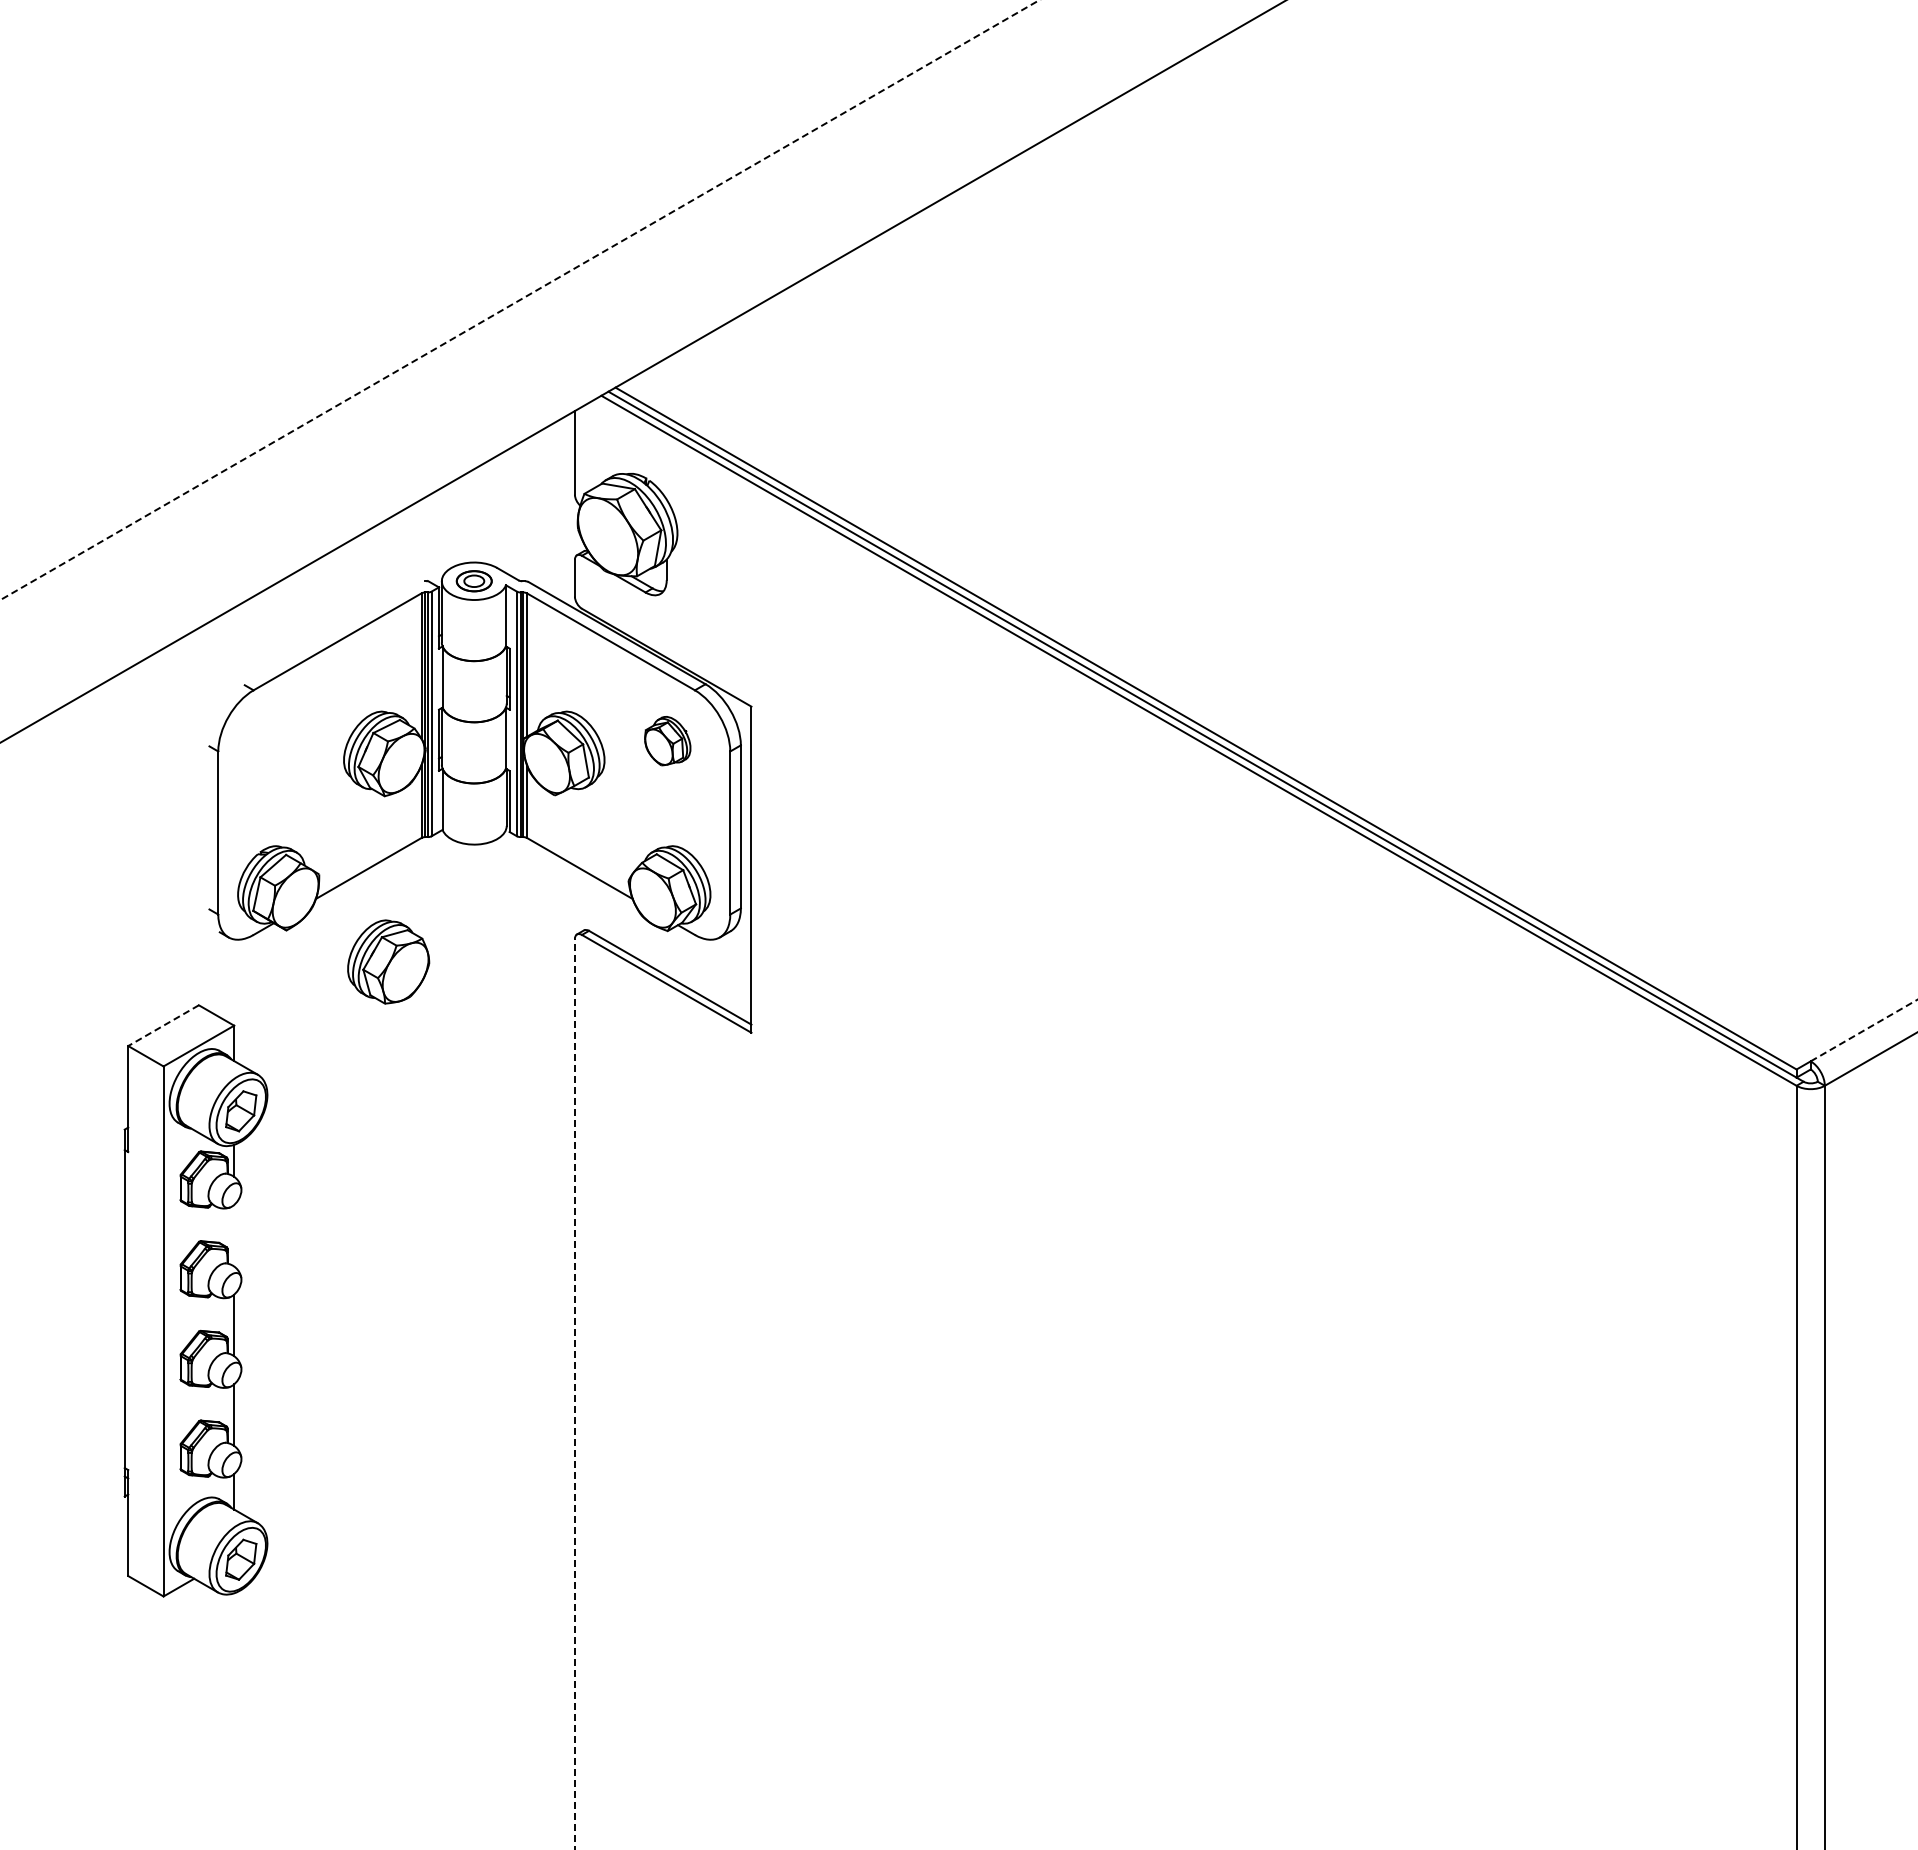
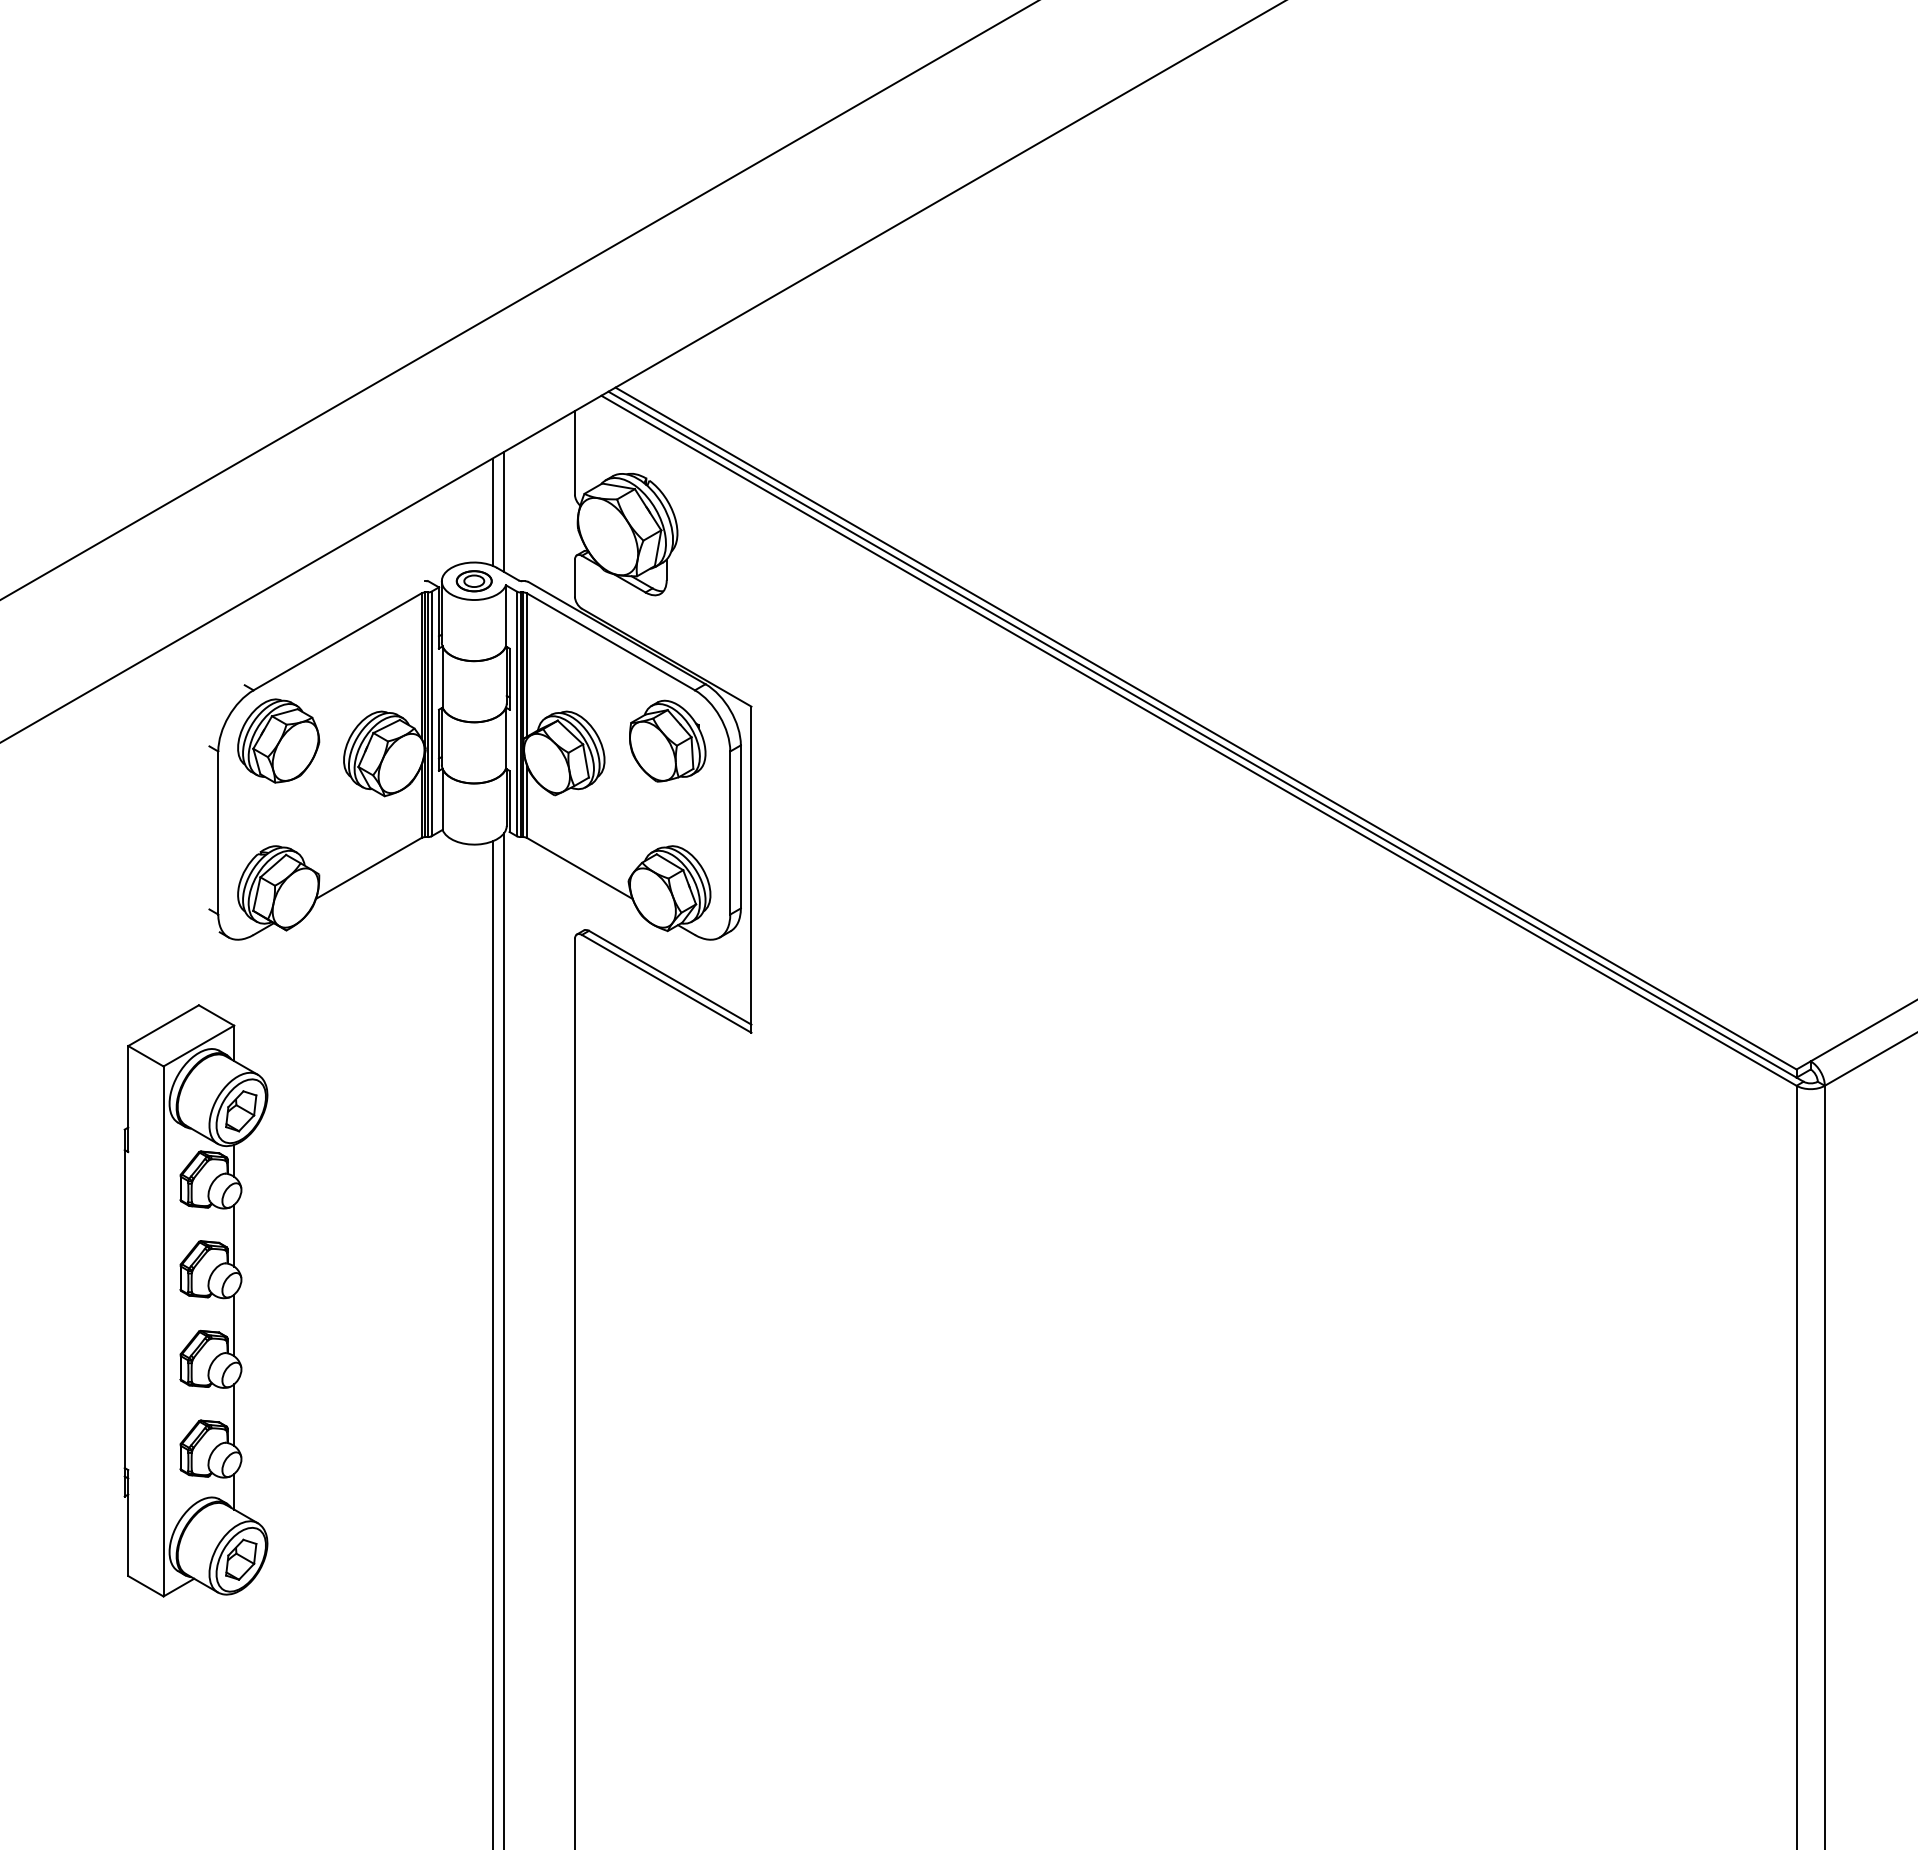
line at (519, 300): dashed -> solid
line at (492, 511): none -> present
line at (504, 511): none -> present
part at (667, 741) size: 48x51 px -> 78x84 px
part at (388, 961) position: (388, 961) -> (278, 740)
line at (163, 1025): dashed -> solid
line at (1864, 1030): dashed -> solid
line at (234, 1235): none -> present
line at (504, 1339): none -> present
line at (492, 1343): none -> present
line at (574, 1393): dashed -> solid
